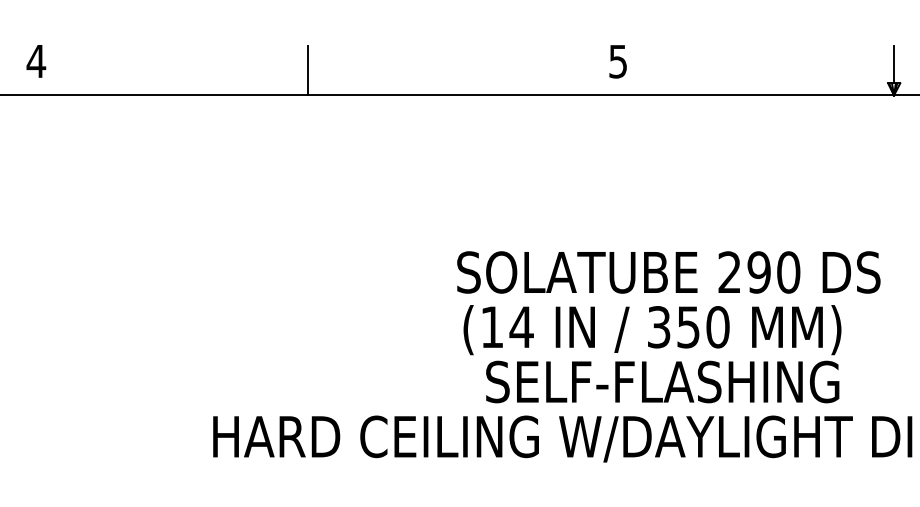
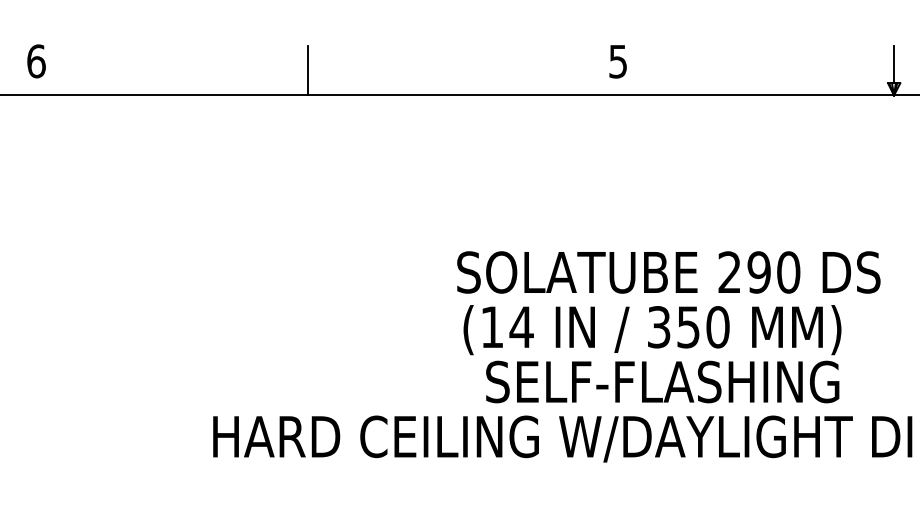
text at (36, 61): 4 -> 6
